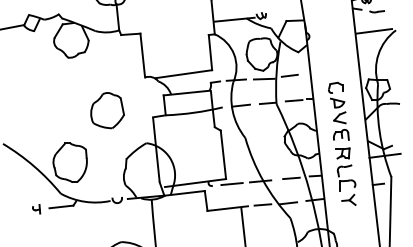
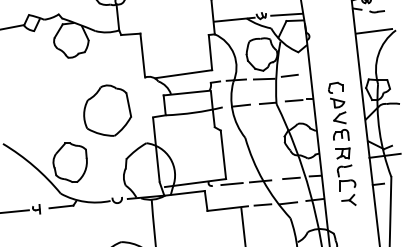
line at (286, 14): none -> present
part at (107, 110) size: 35x38 px -> 49x53 px
line at (15, 211): none -> present
